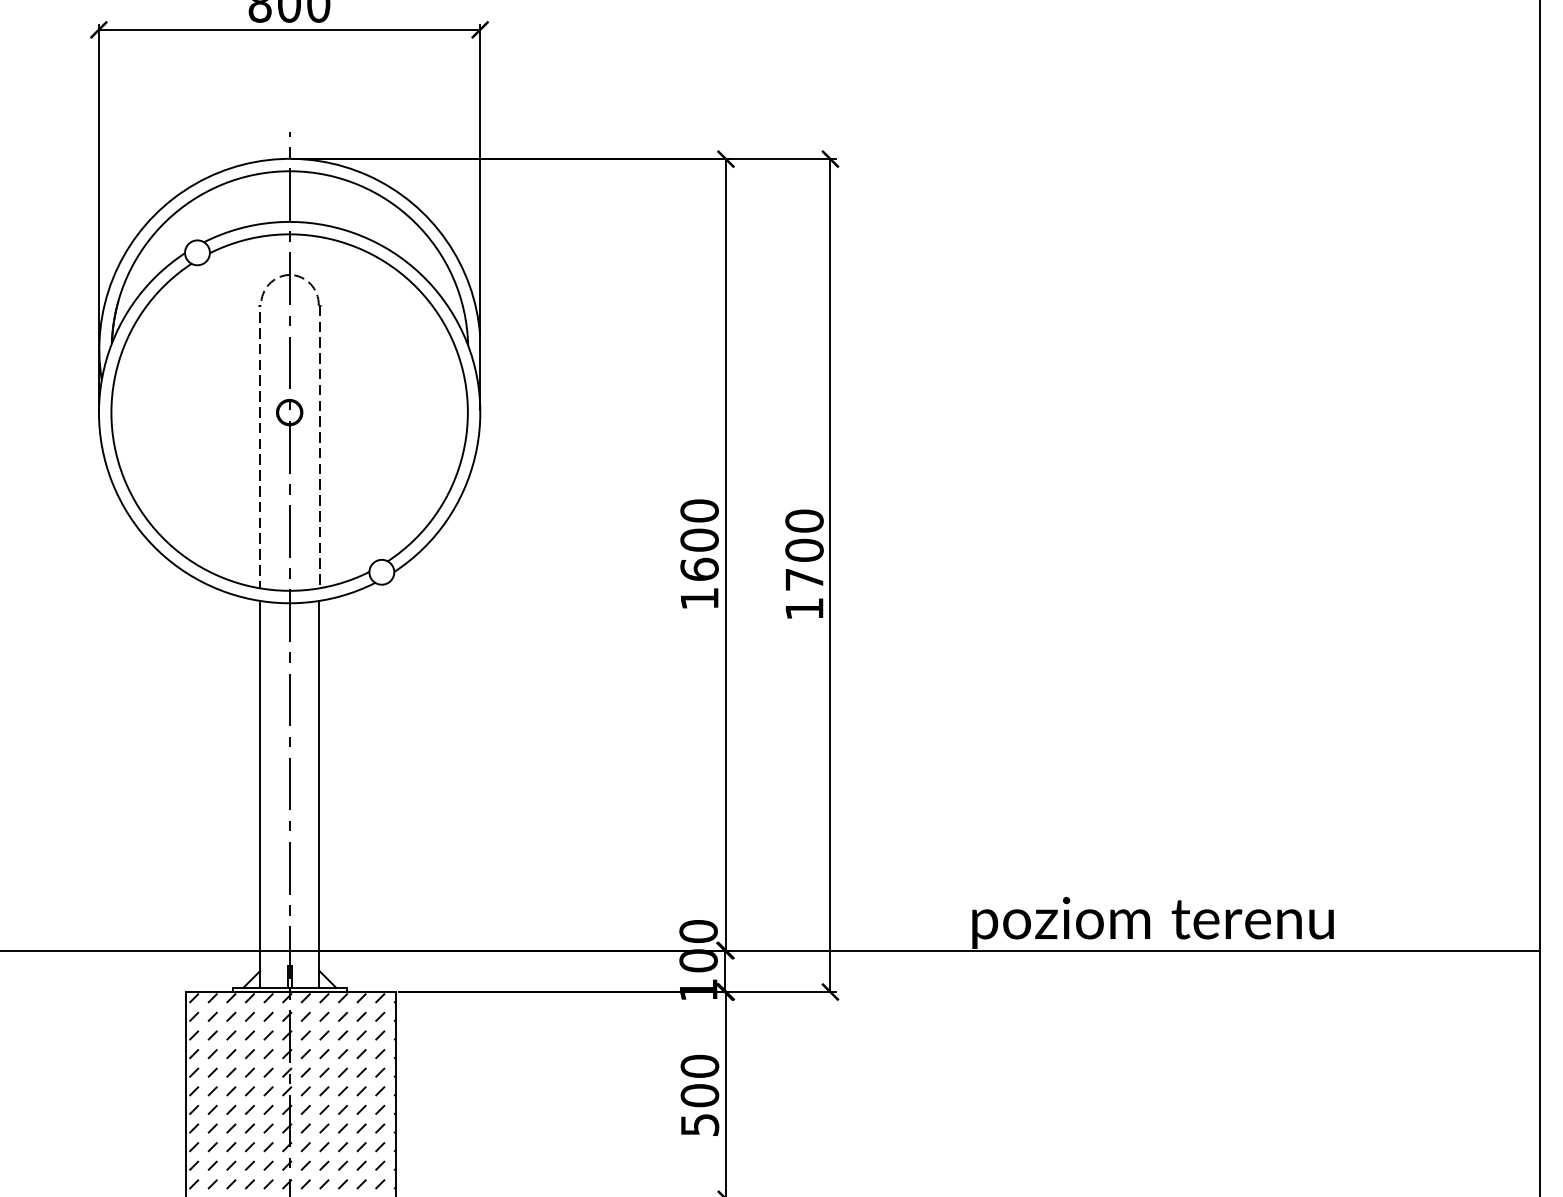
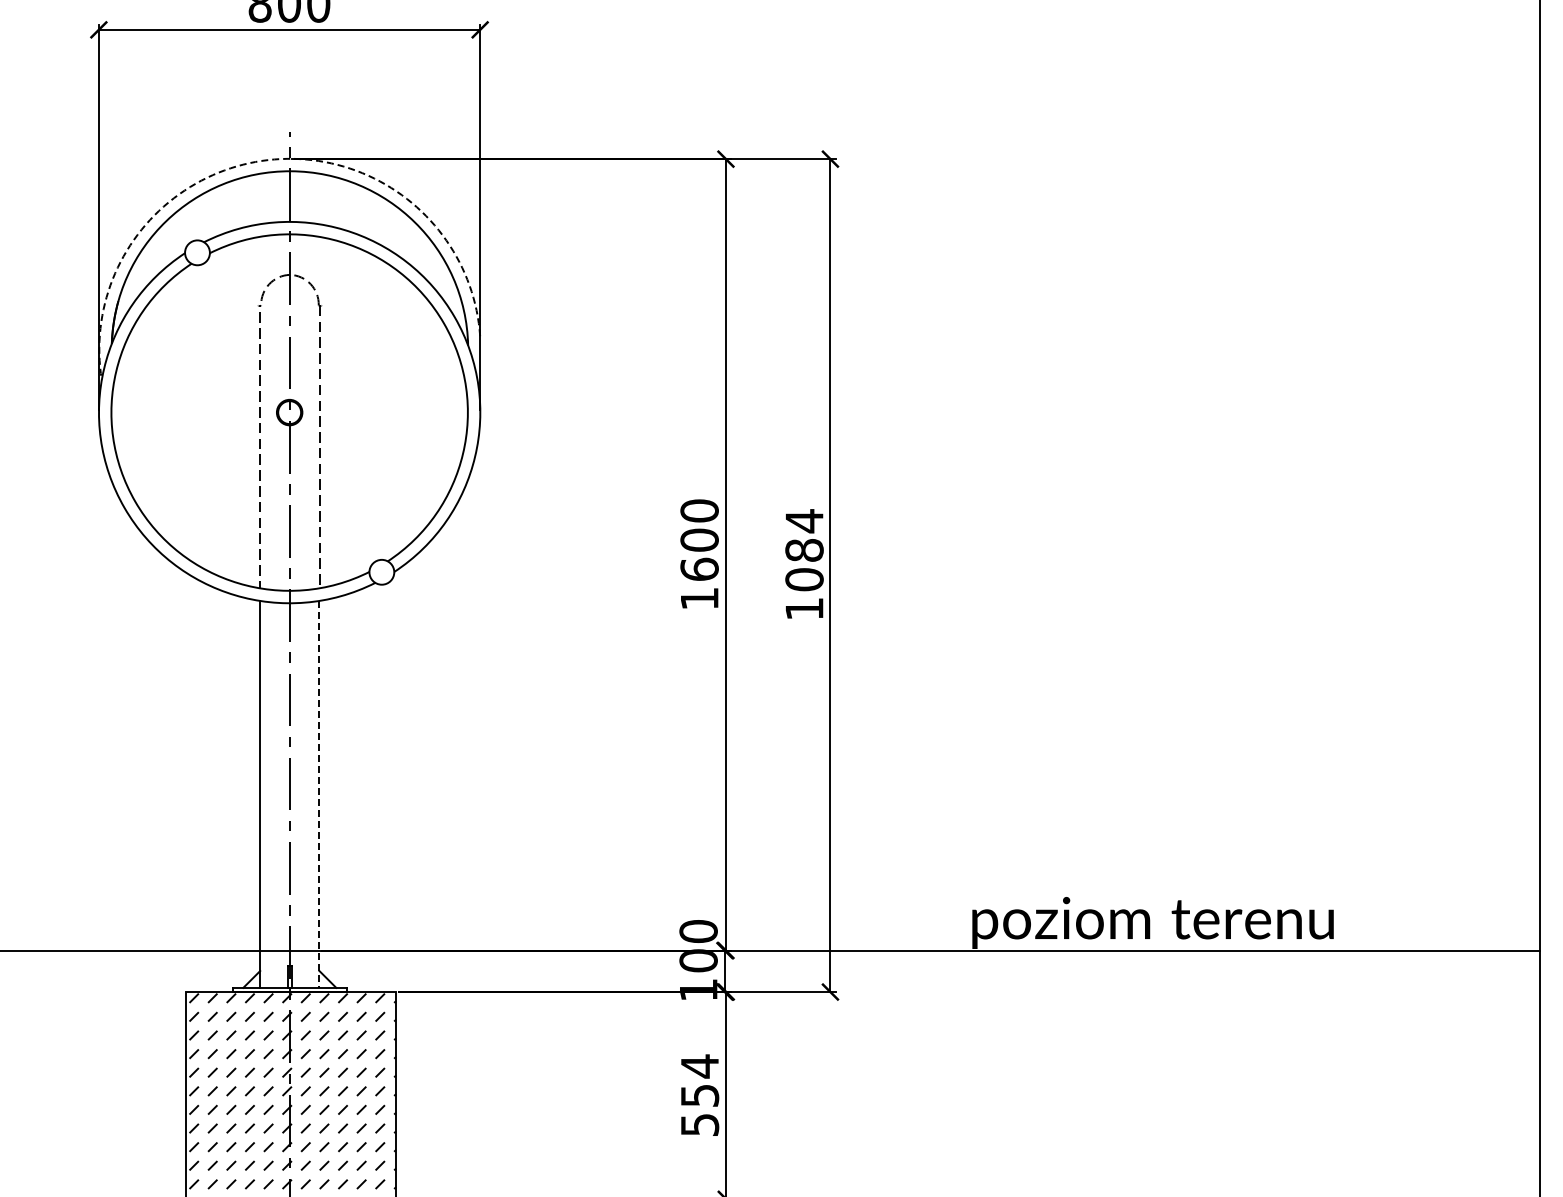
arc at (268, 160): solid -> dashed
text at (804, 550): 1700 -> 1084
line at (319, 795): solid -> dashed
text at (699, 1080): 500 -> 554
